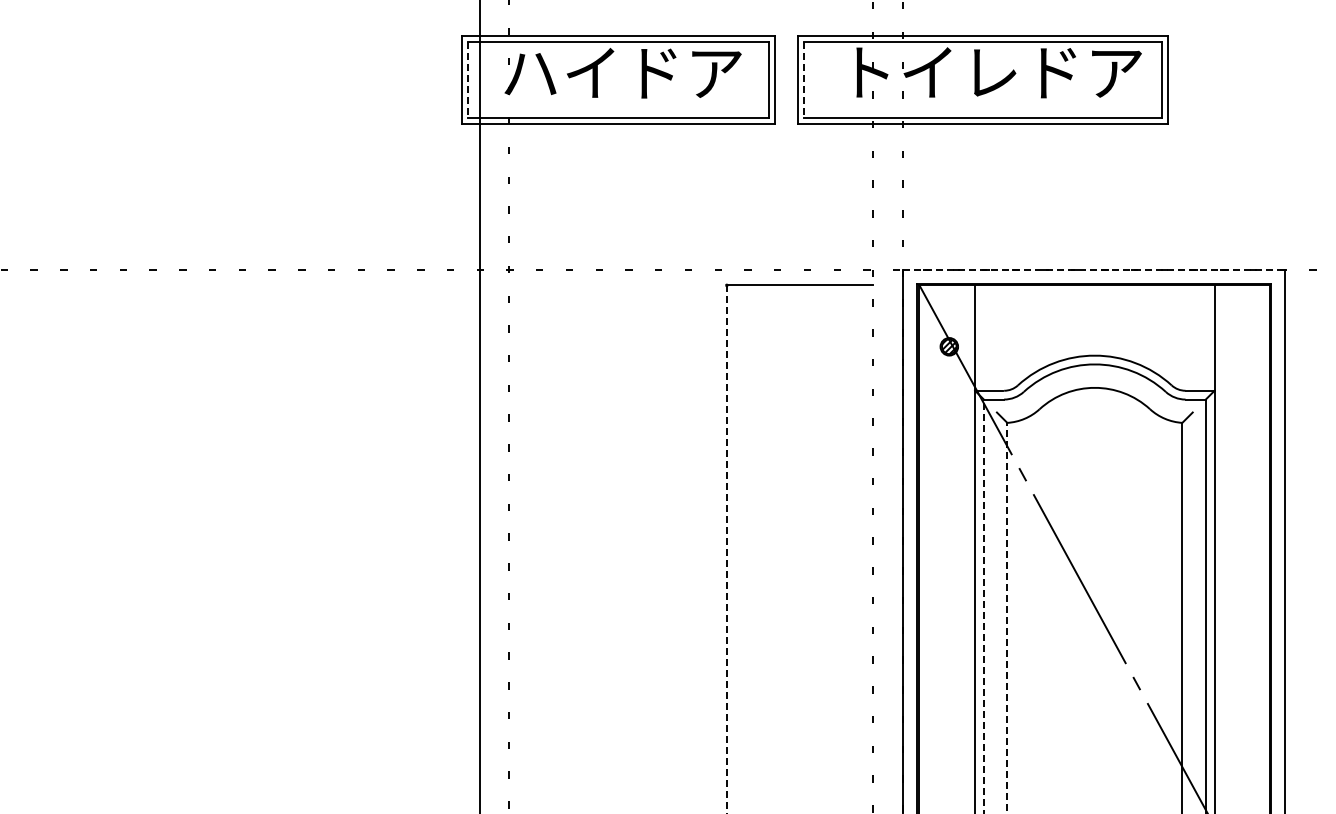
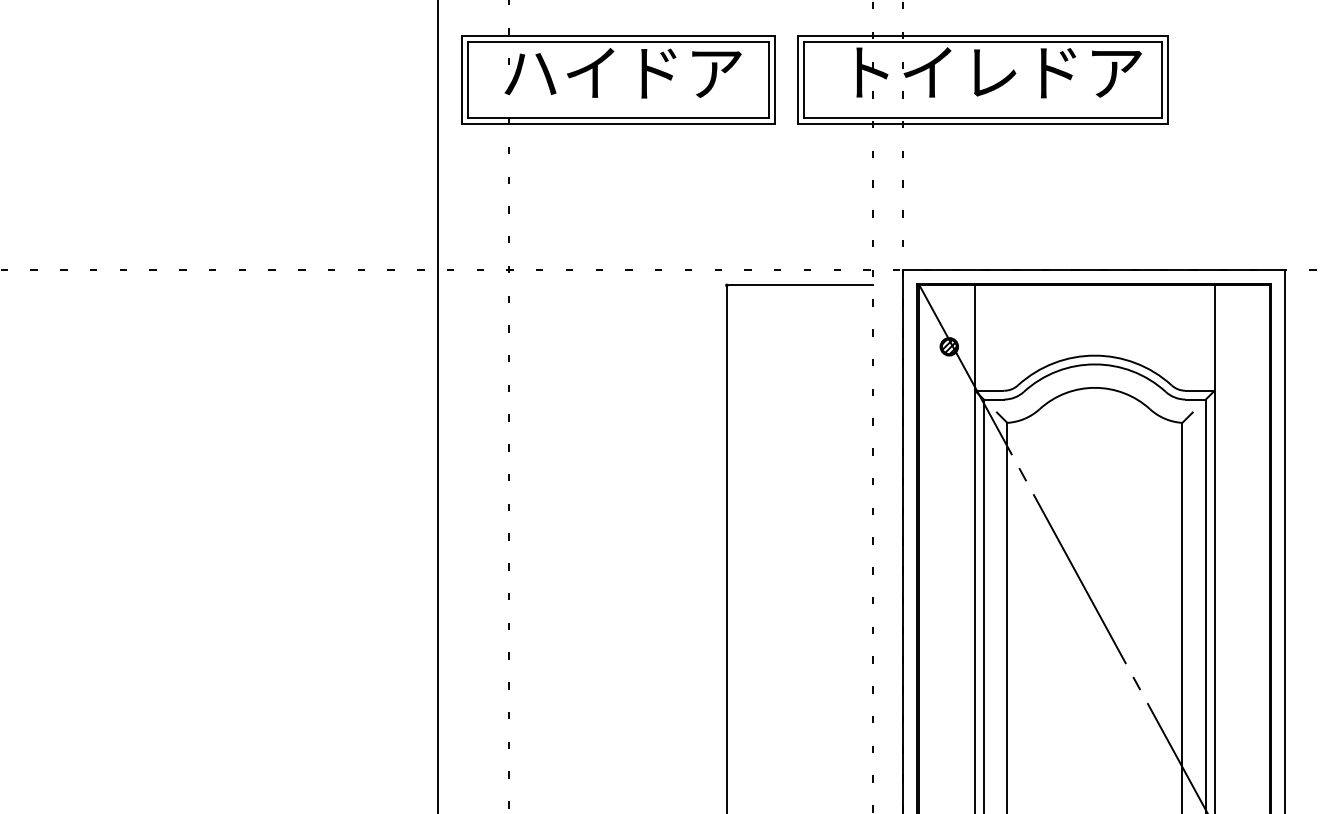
line at (467, 80): dashed -> solid
line at (803, 80): dashed -> solid
line at (1094, 269): dashed -> solid
line at (480, 406) position: (480, 406) -> (438, 406)
line at (726, 549): dashed -> solid
line at (983, 606): dashed -> solid
line at (1007, 617): dashed -> solid
